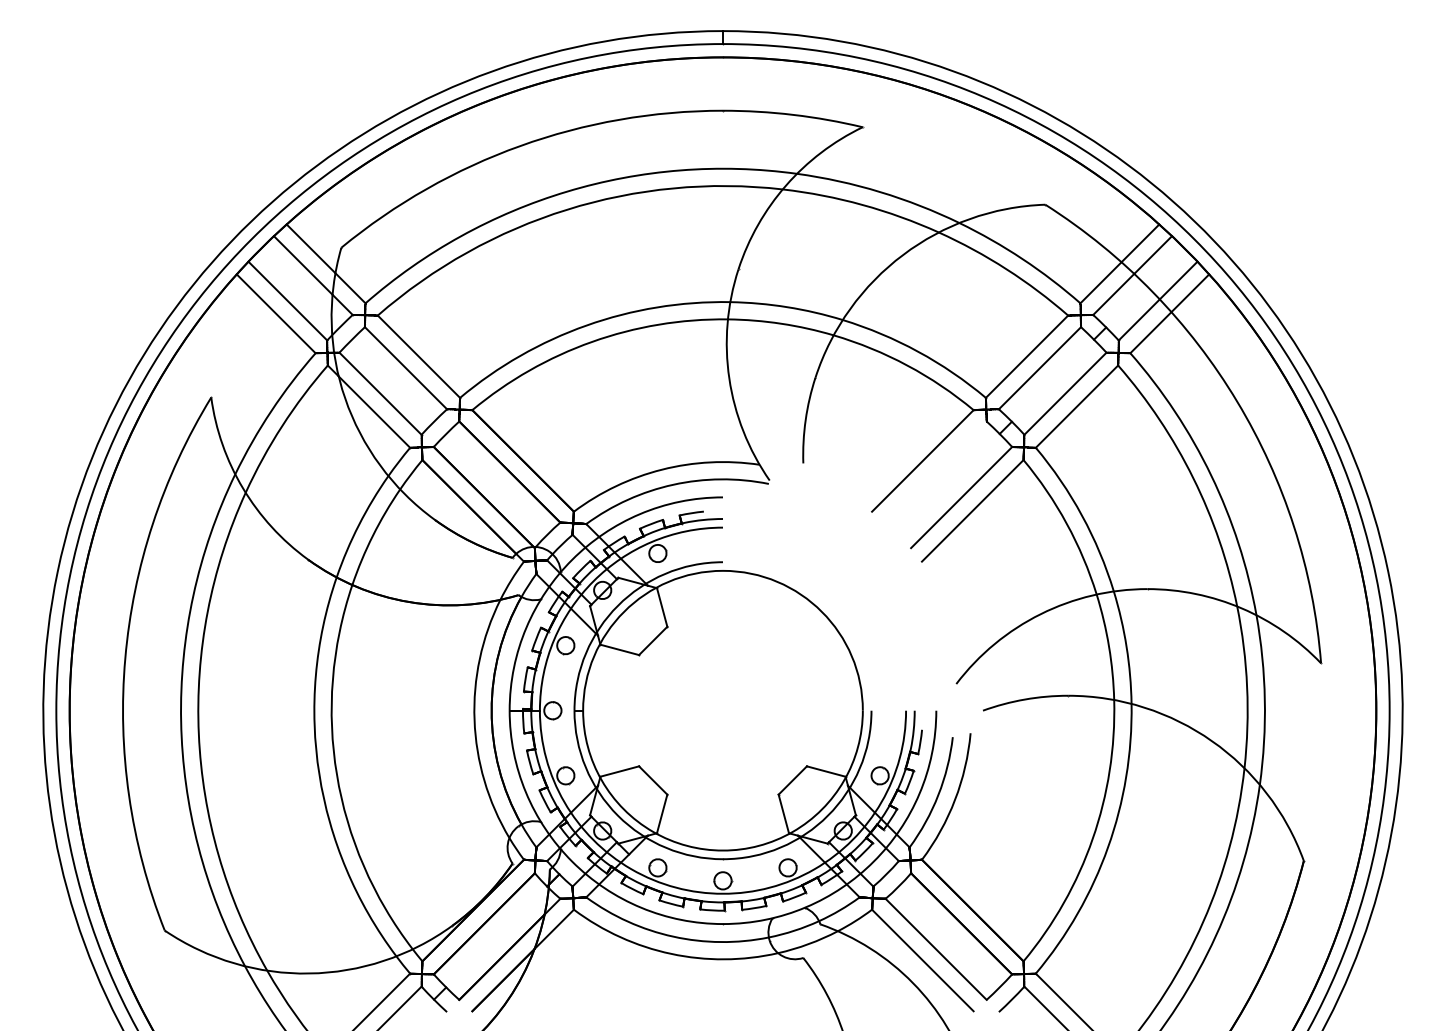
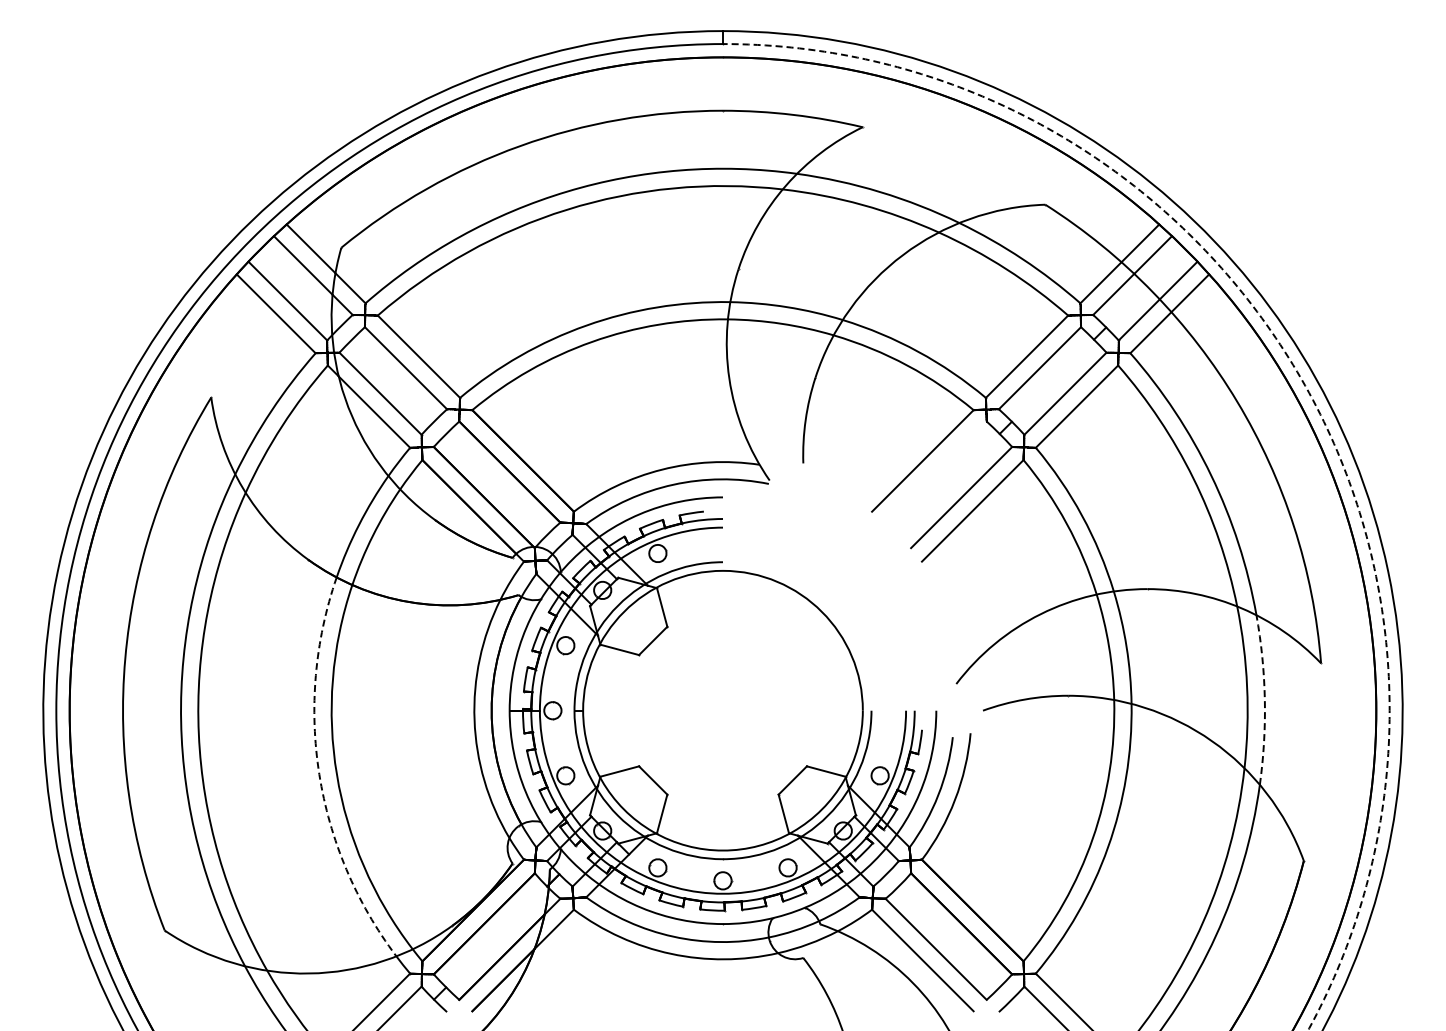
arc at (1296, 369): solid -> dashed
arc at (1264, 699): solid -> dashed
arc at (319, 774): solid -> dashed
